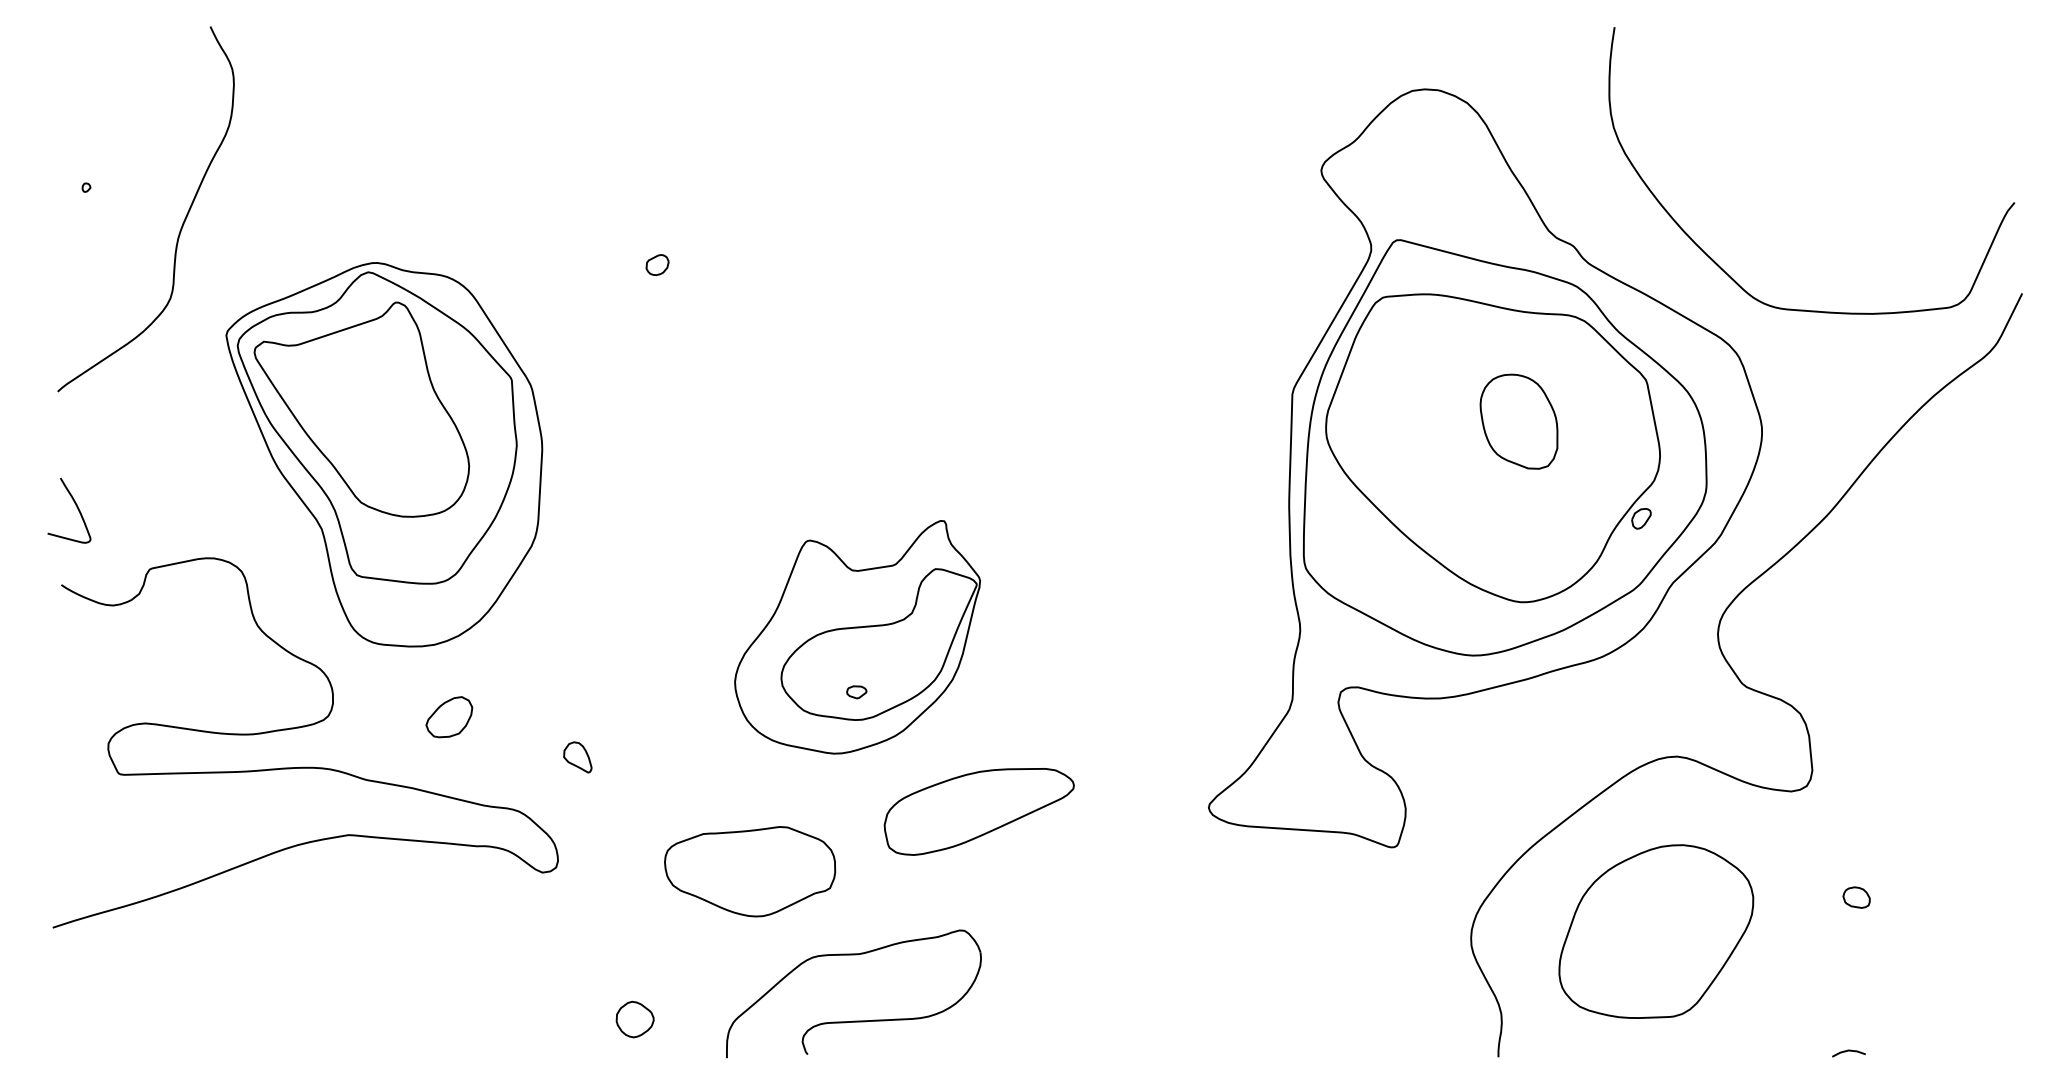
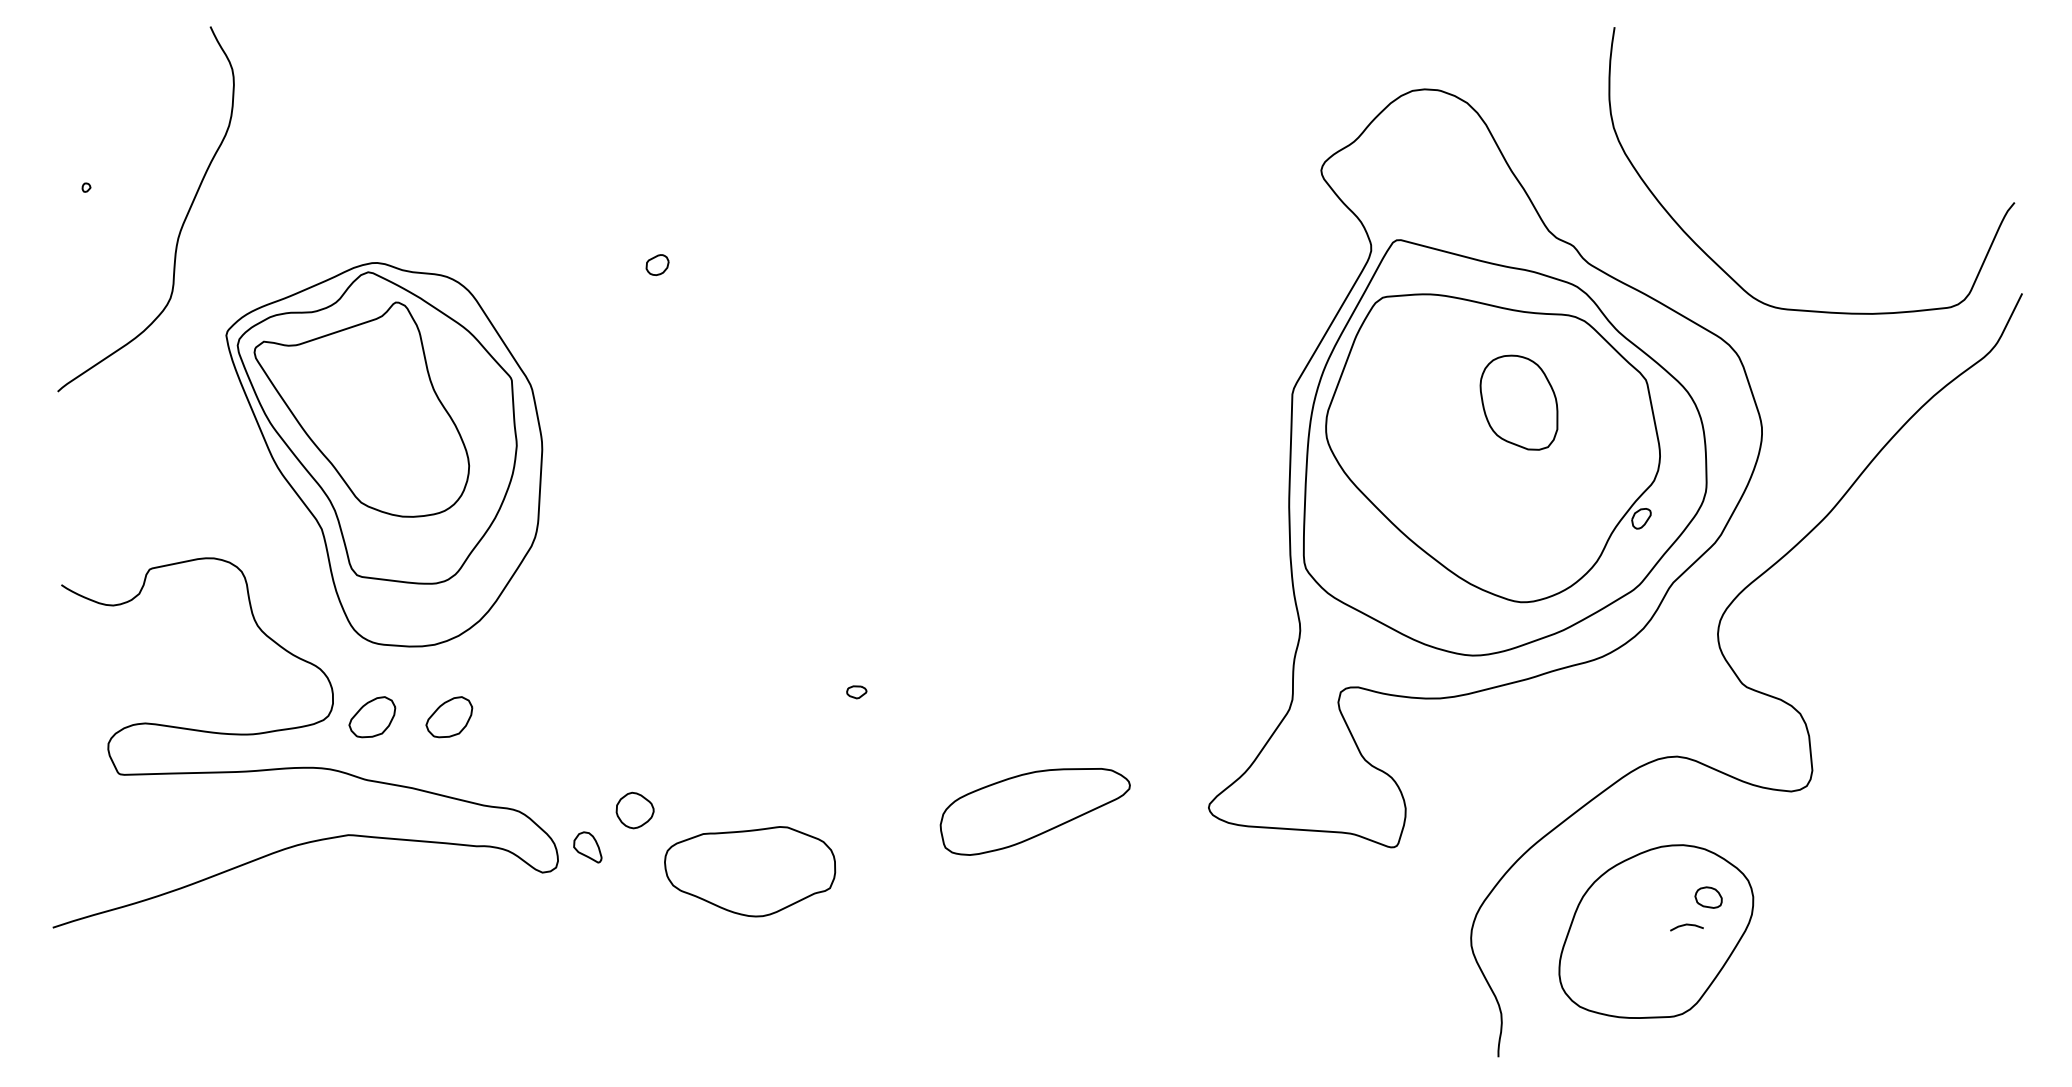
part at (1518, 421) position: (1518, 421) -> (1518, 402)
curve at (76, 507): present -> none
part at (857, 637): present -> none
part at (372, 717): none -> present
part at (577, 757) position: (577, 757) -> (587, 847)
part at (978, 811) position: (978, 811) -> (1034, 811)
part at (1856, 897) position: (1856, 897) -> (1708, 897)
part at (634, 1019) position: (634, 1019) -> (634, 810)
part at (853, 1020): present -> none
line at (1848, 1051) position: (1848, 1051) -> (1686, 925)
